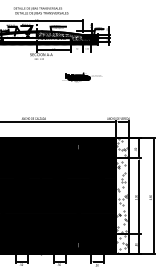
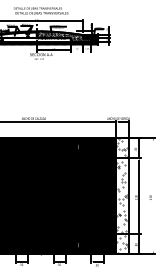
part at (81, 77): present -> none
line at (153, 195): present -> none
